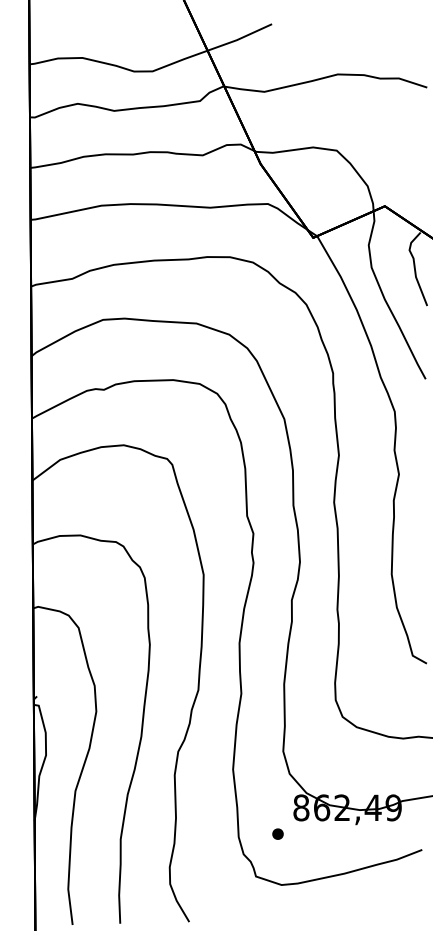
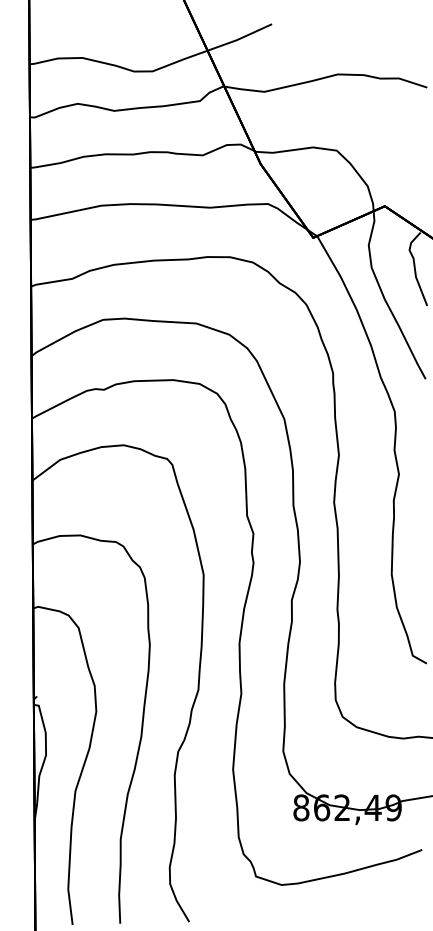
part at (277, 833): present -> none
